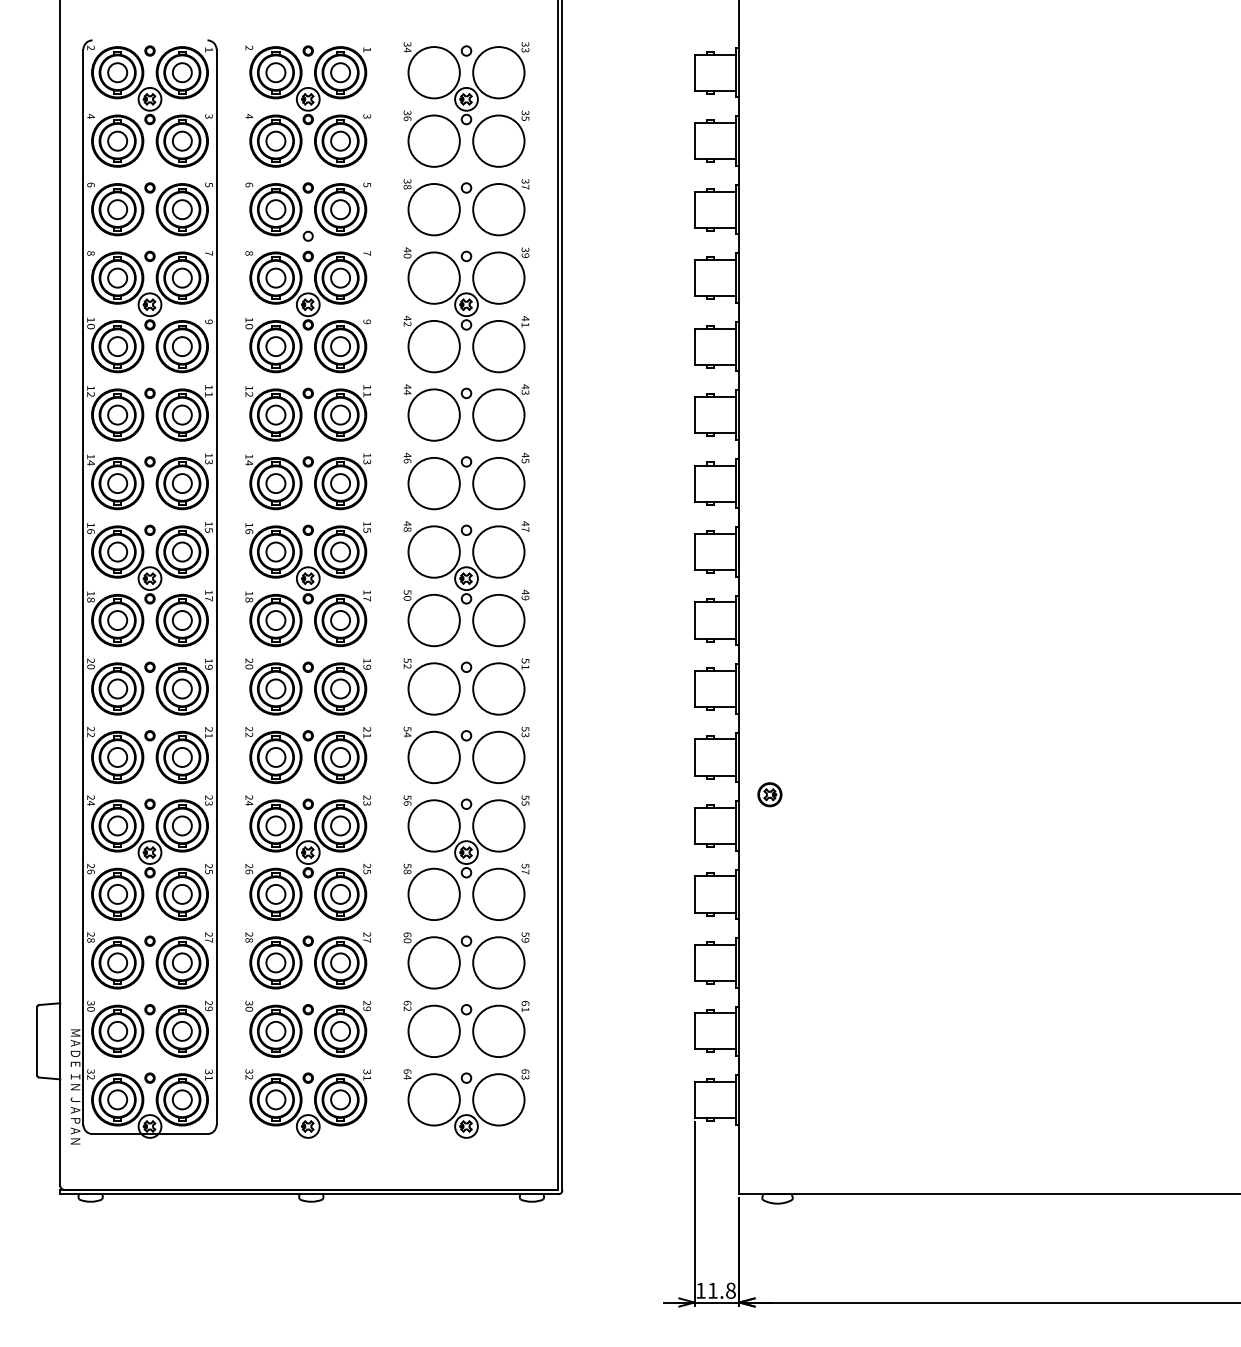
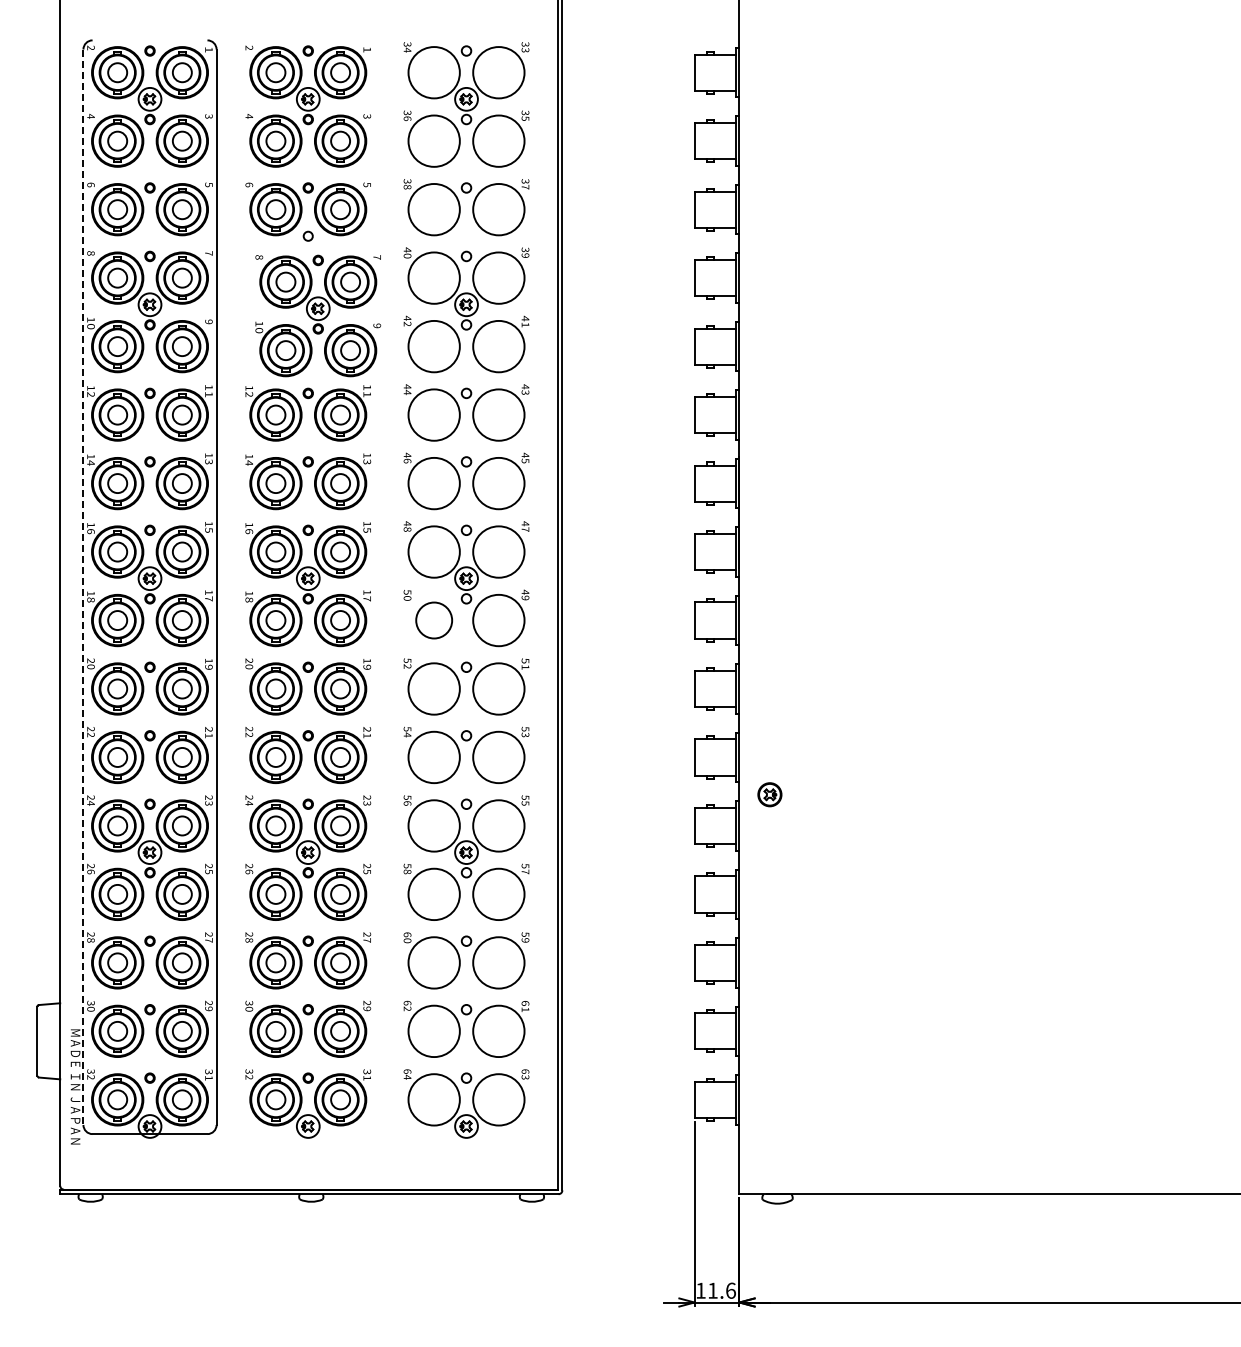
part at (308, 311) position: (308, 311) -> (318, 315)
line at (83, 587): solid -> dashed
circle at (433, 620) diameter: 51 px -> 36 px
text at (730, 1290): 11.8 -> 11.6
